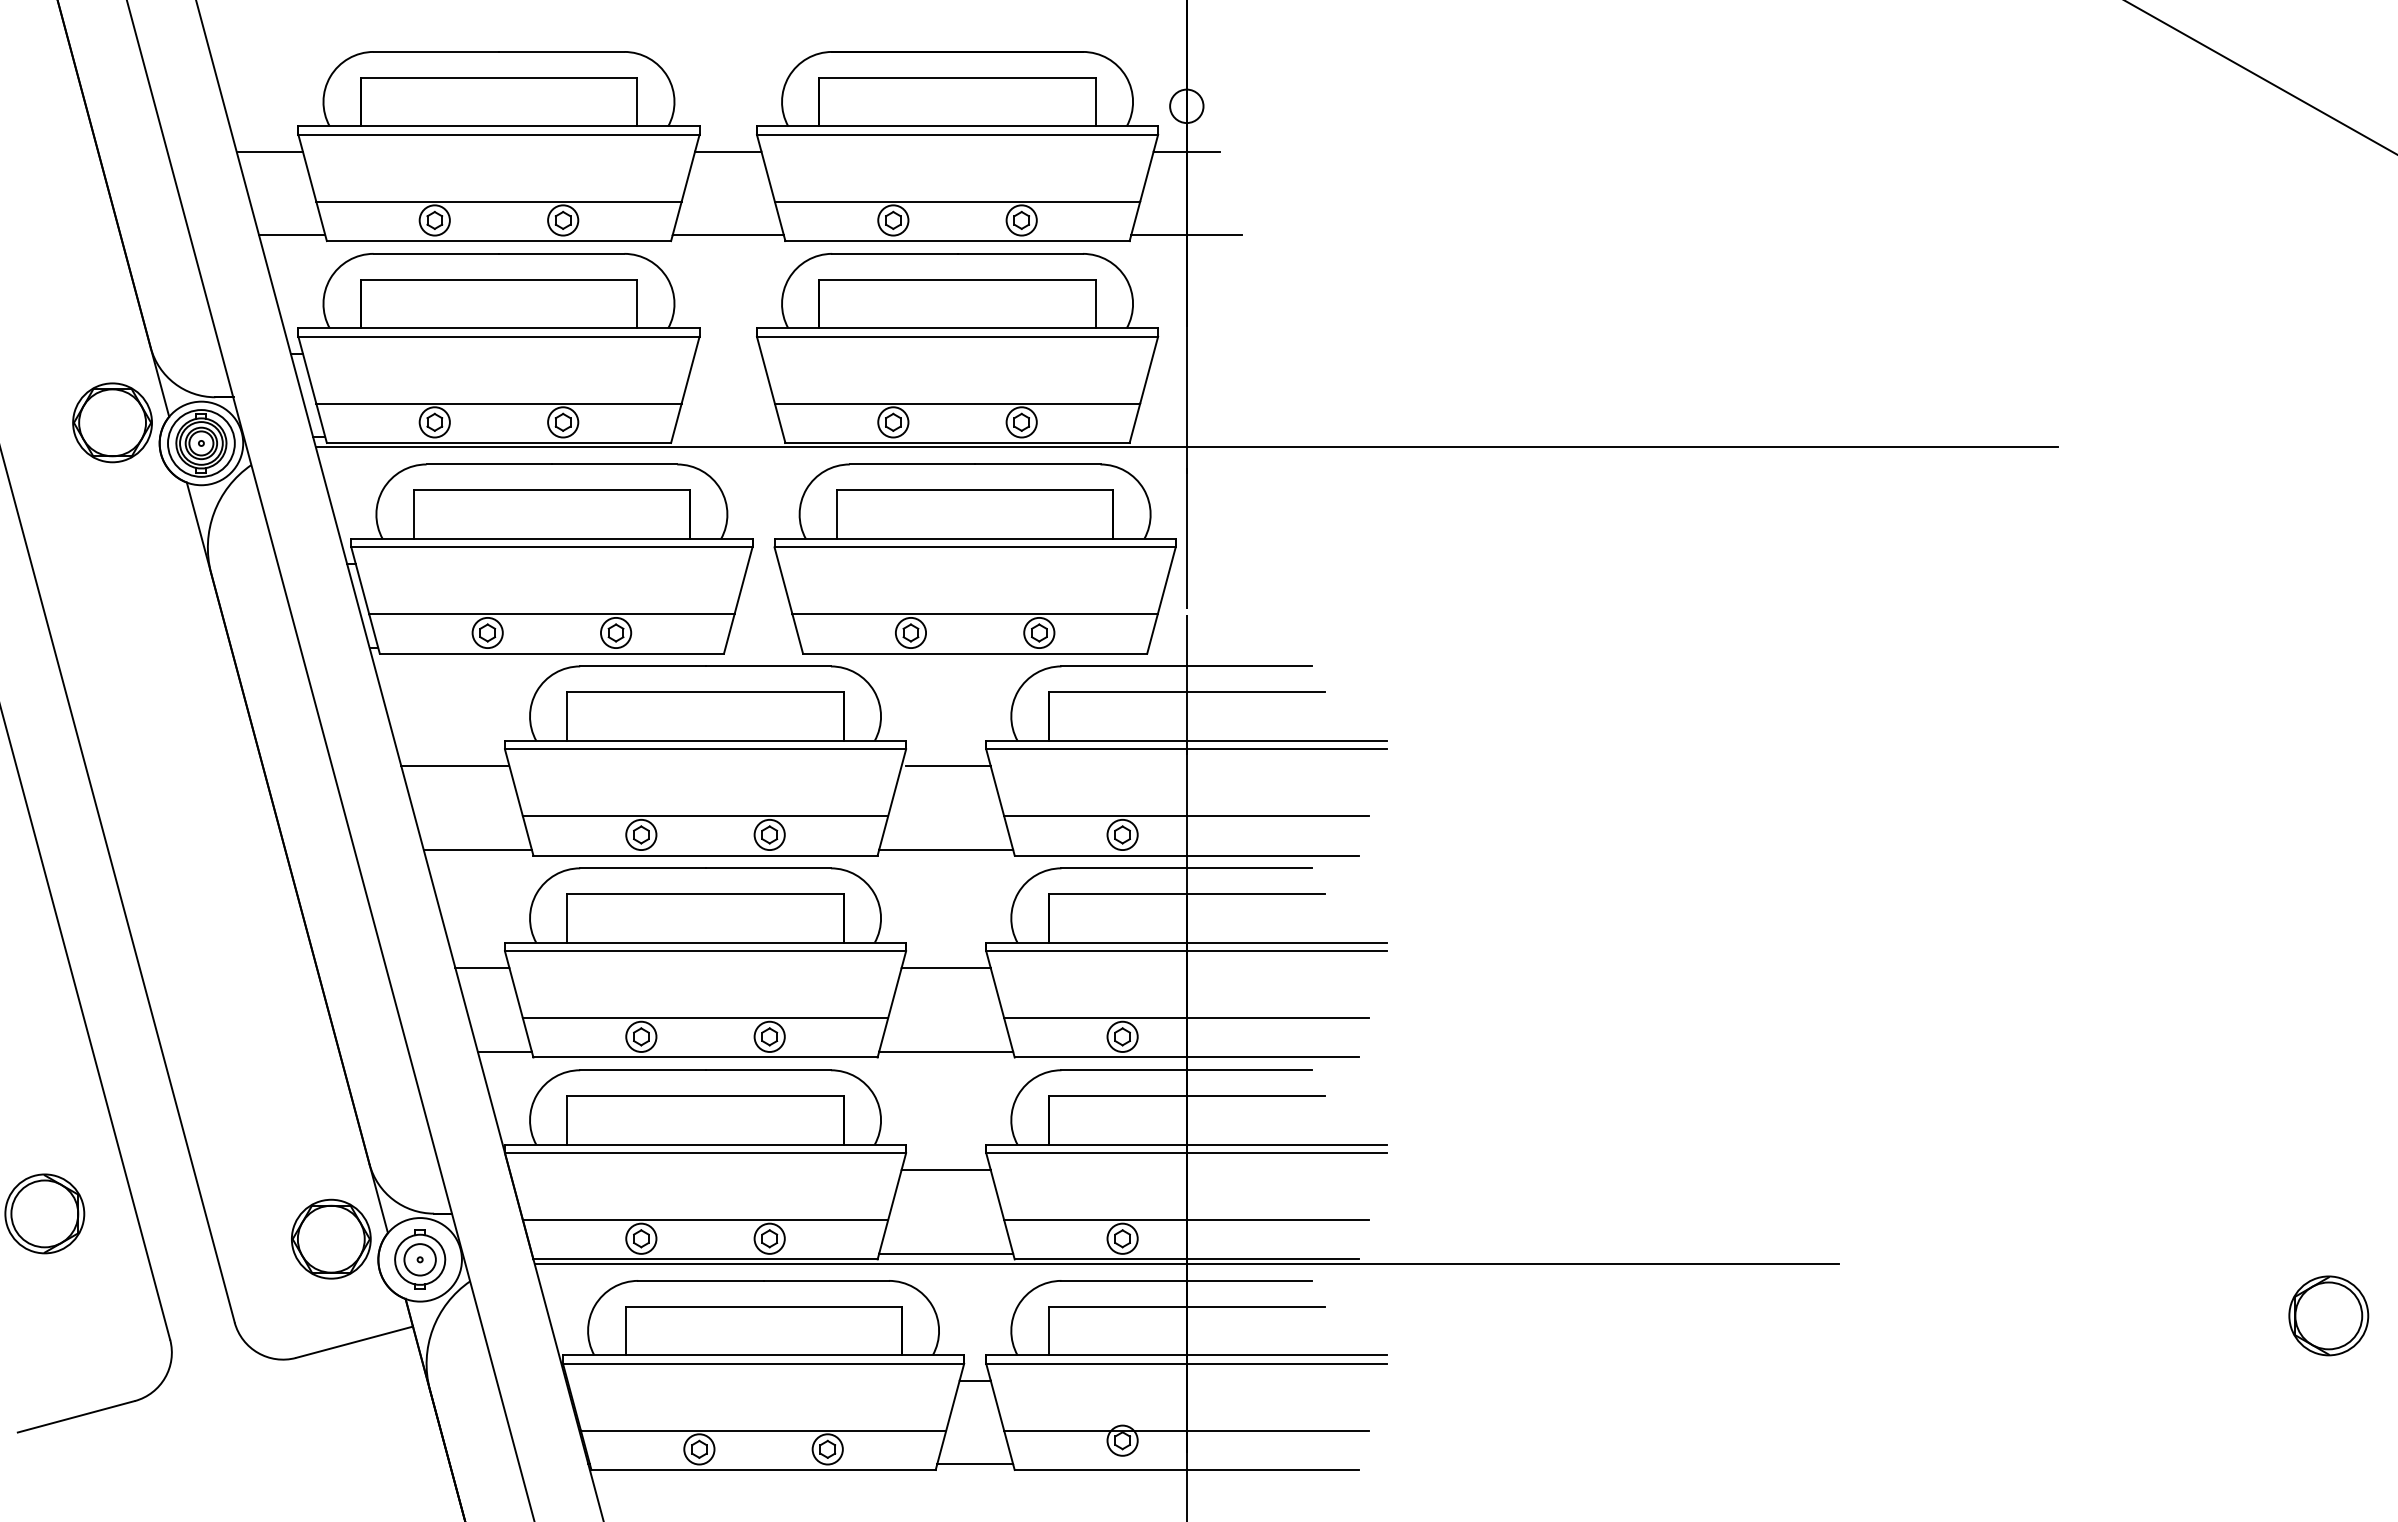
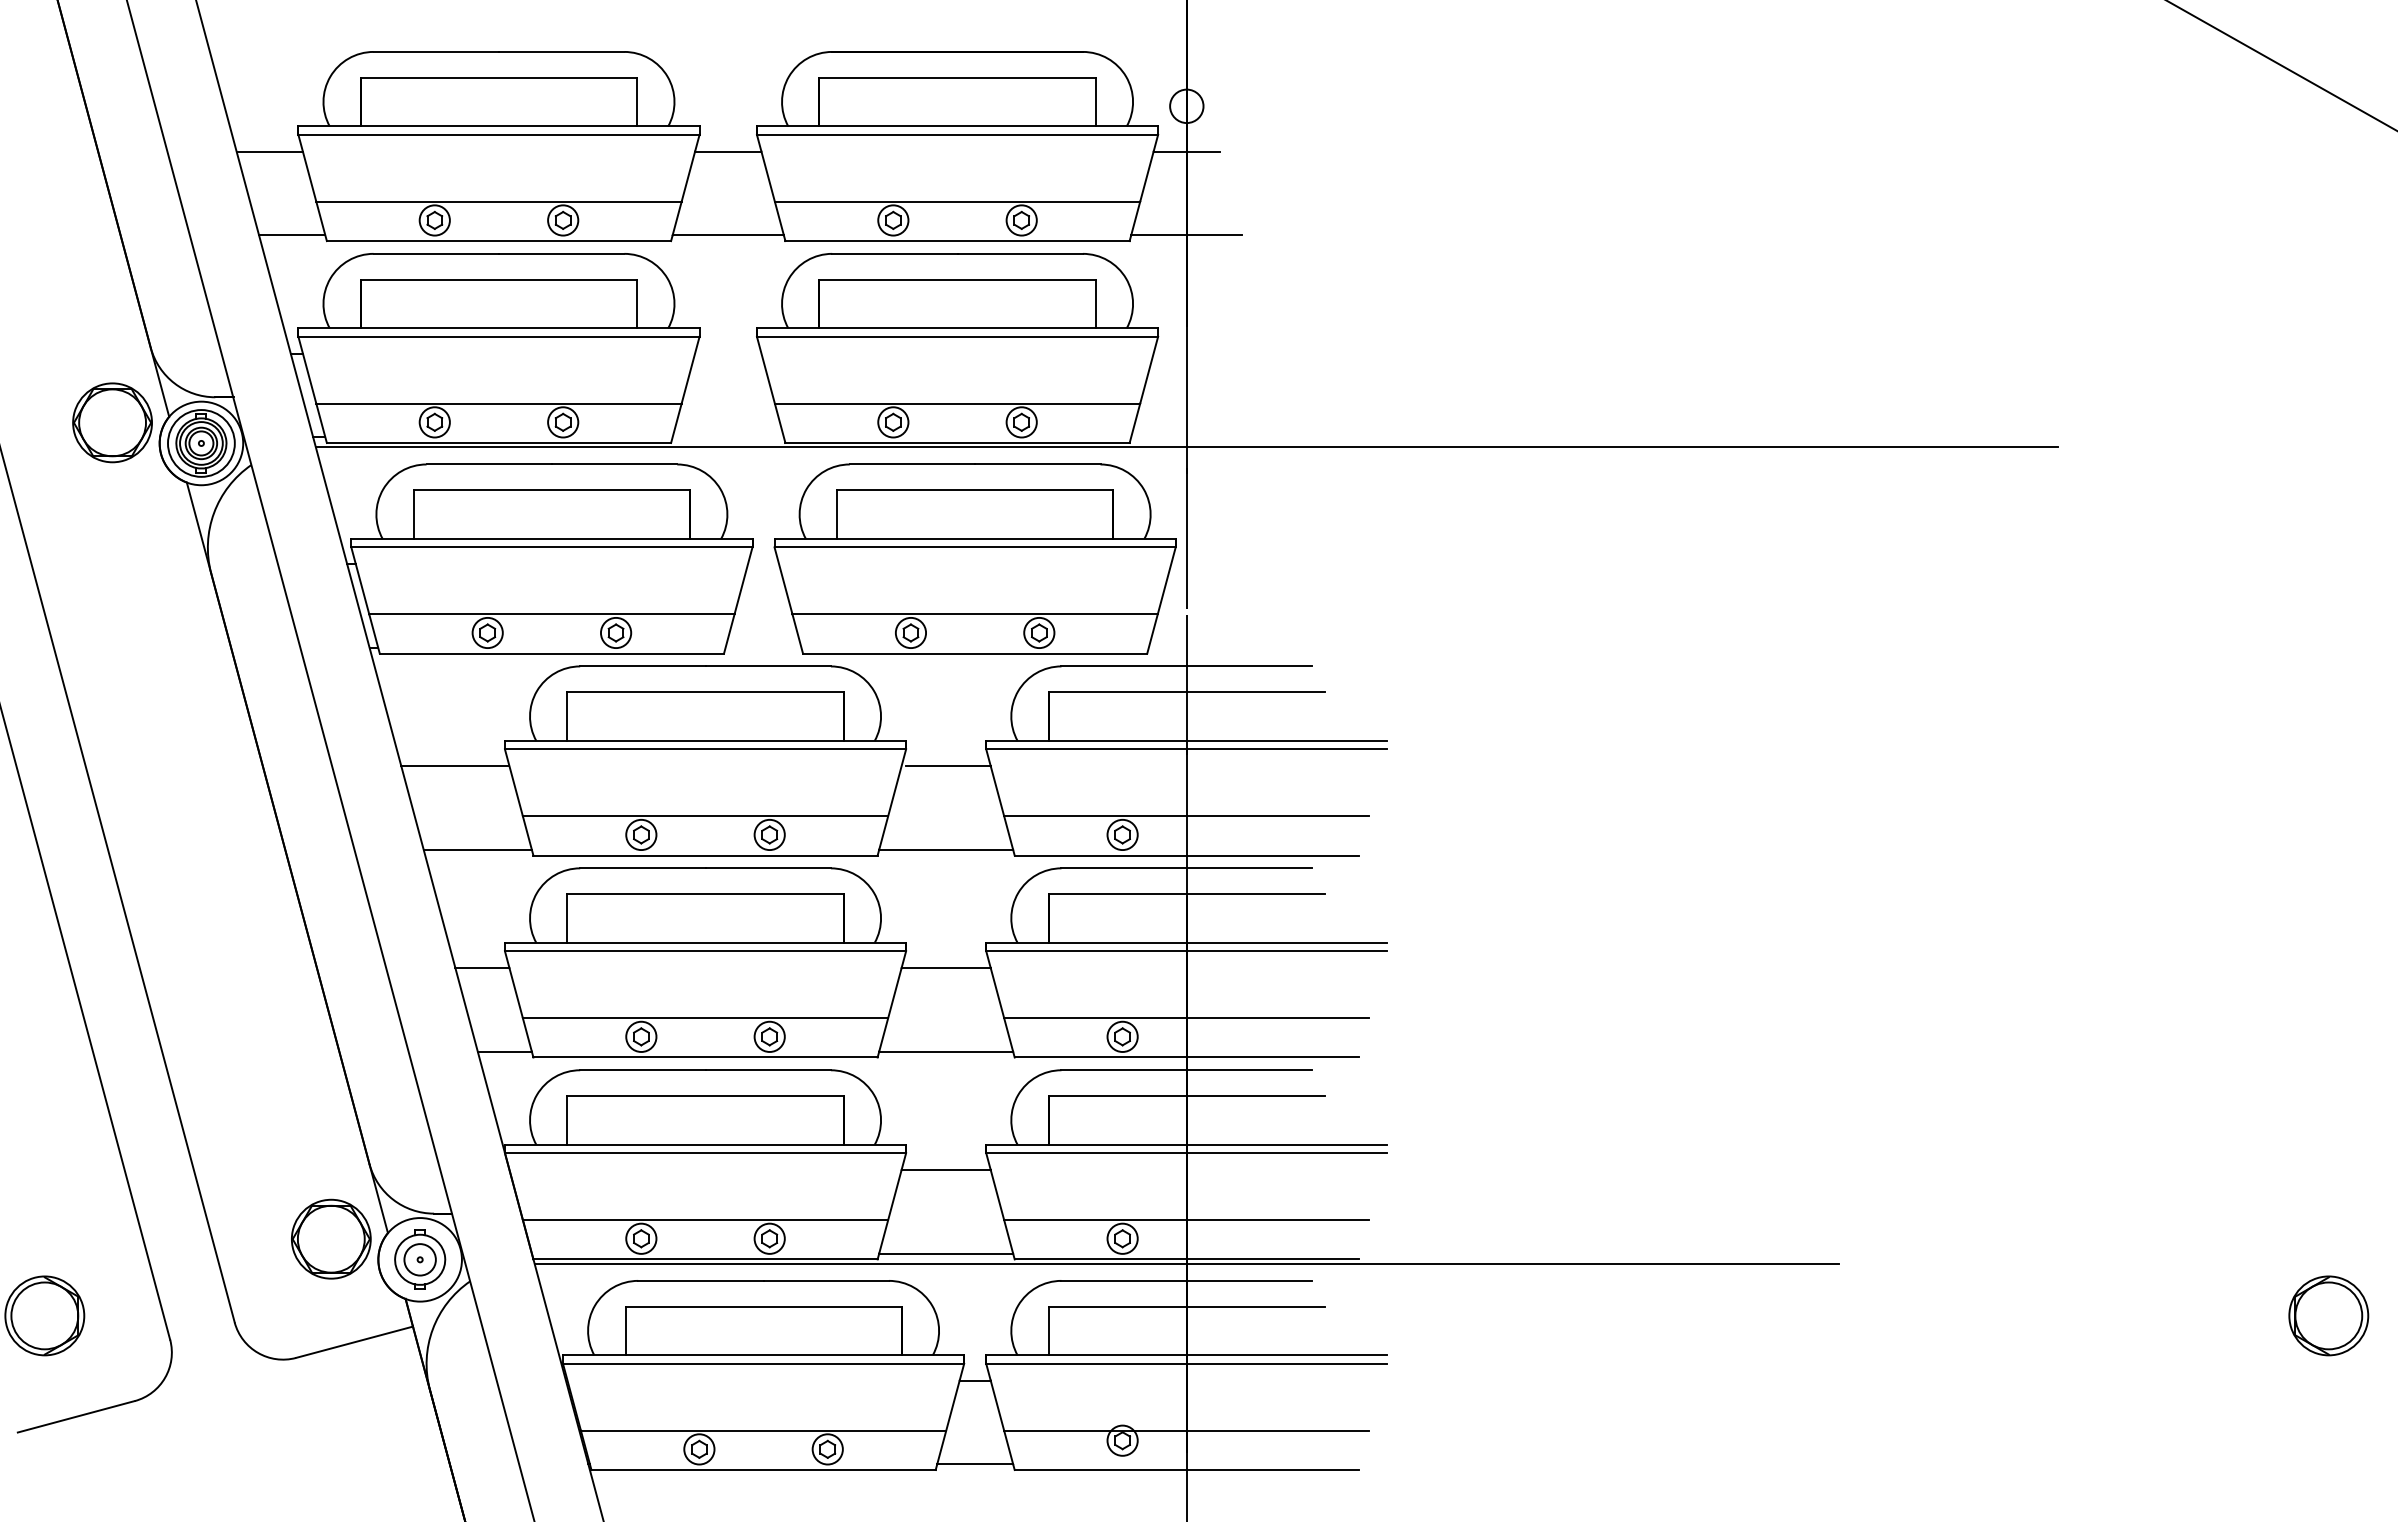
line at (2260, 77) position: (2260, 77) -> (2281, 65)
part at (44, 1213) position: (44, 1213) -> (44, 1315)
